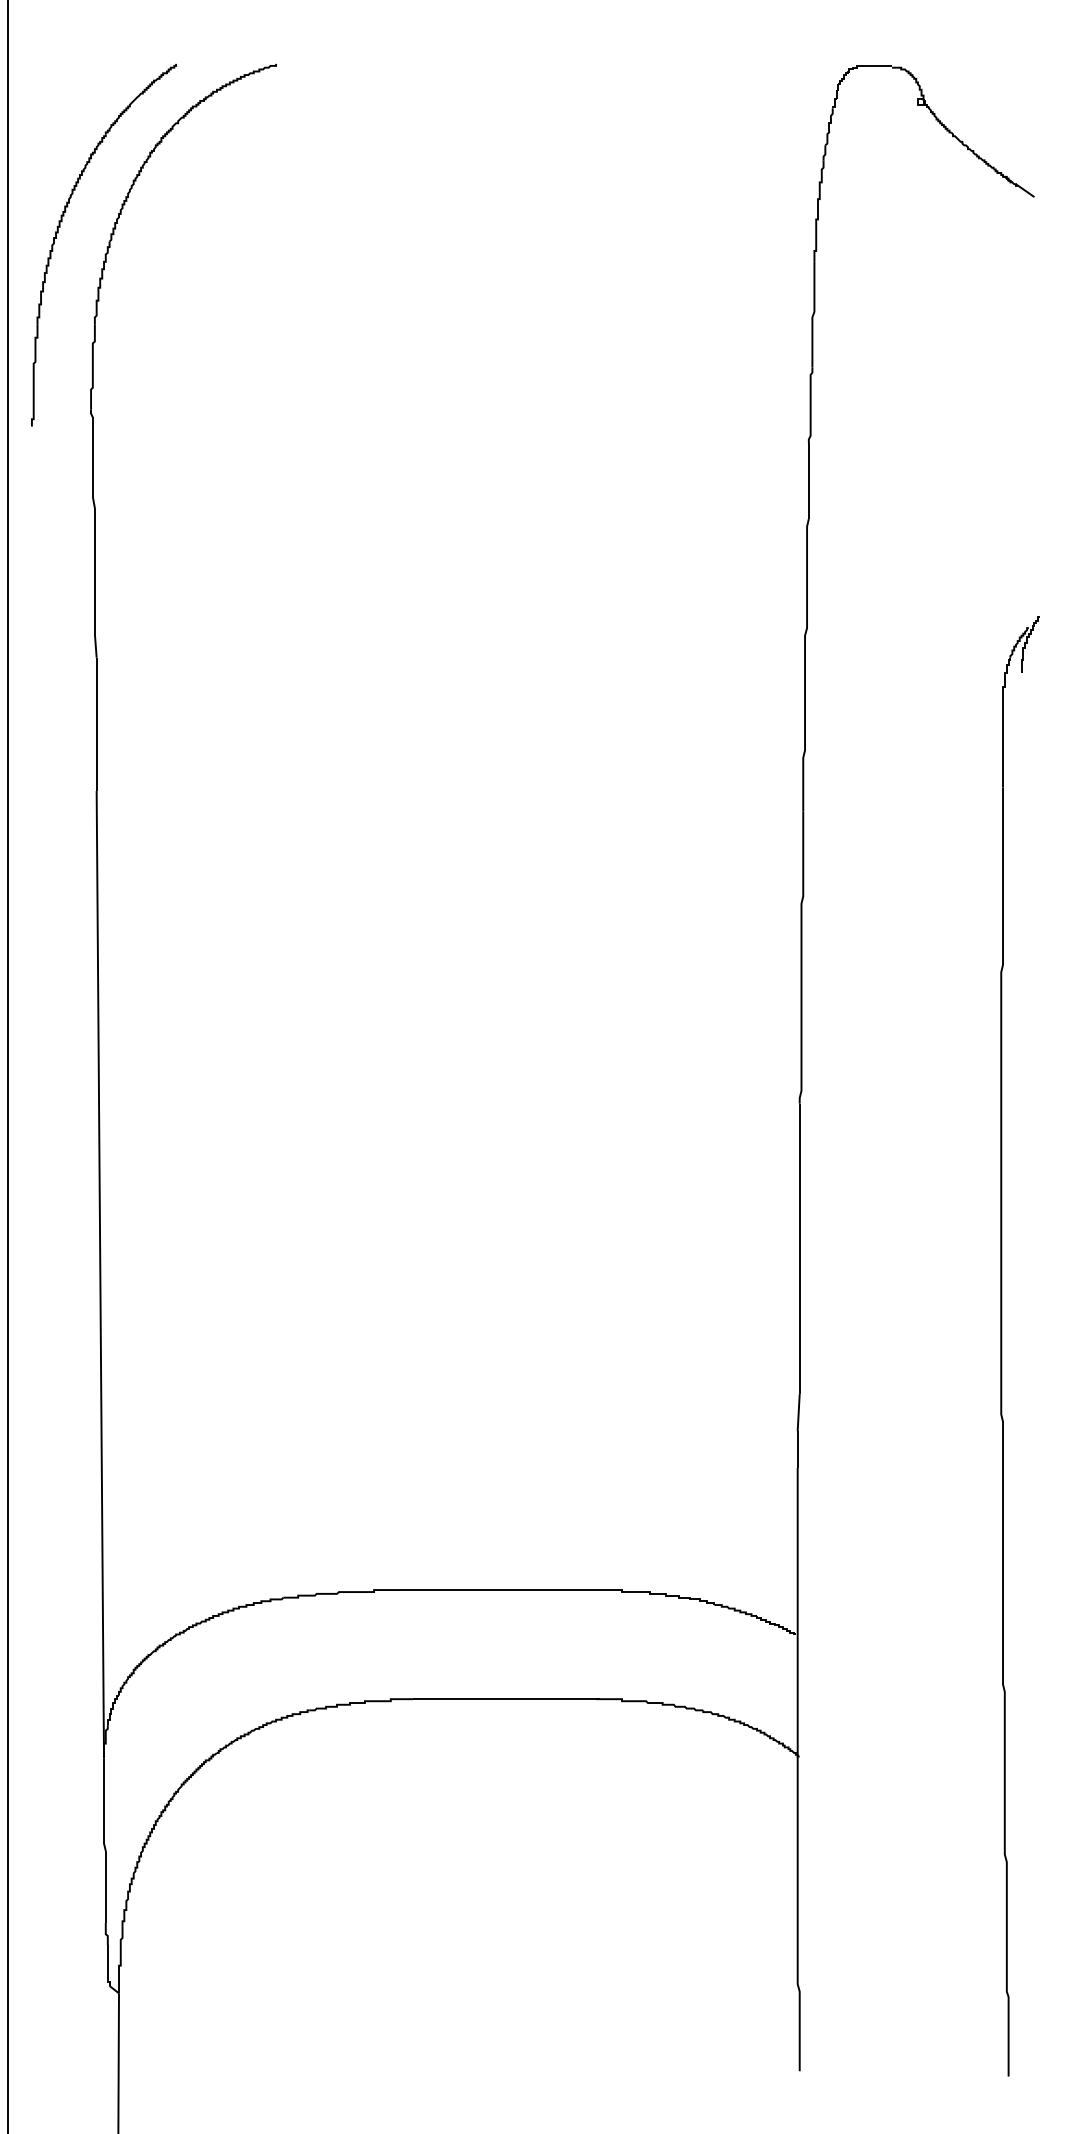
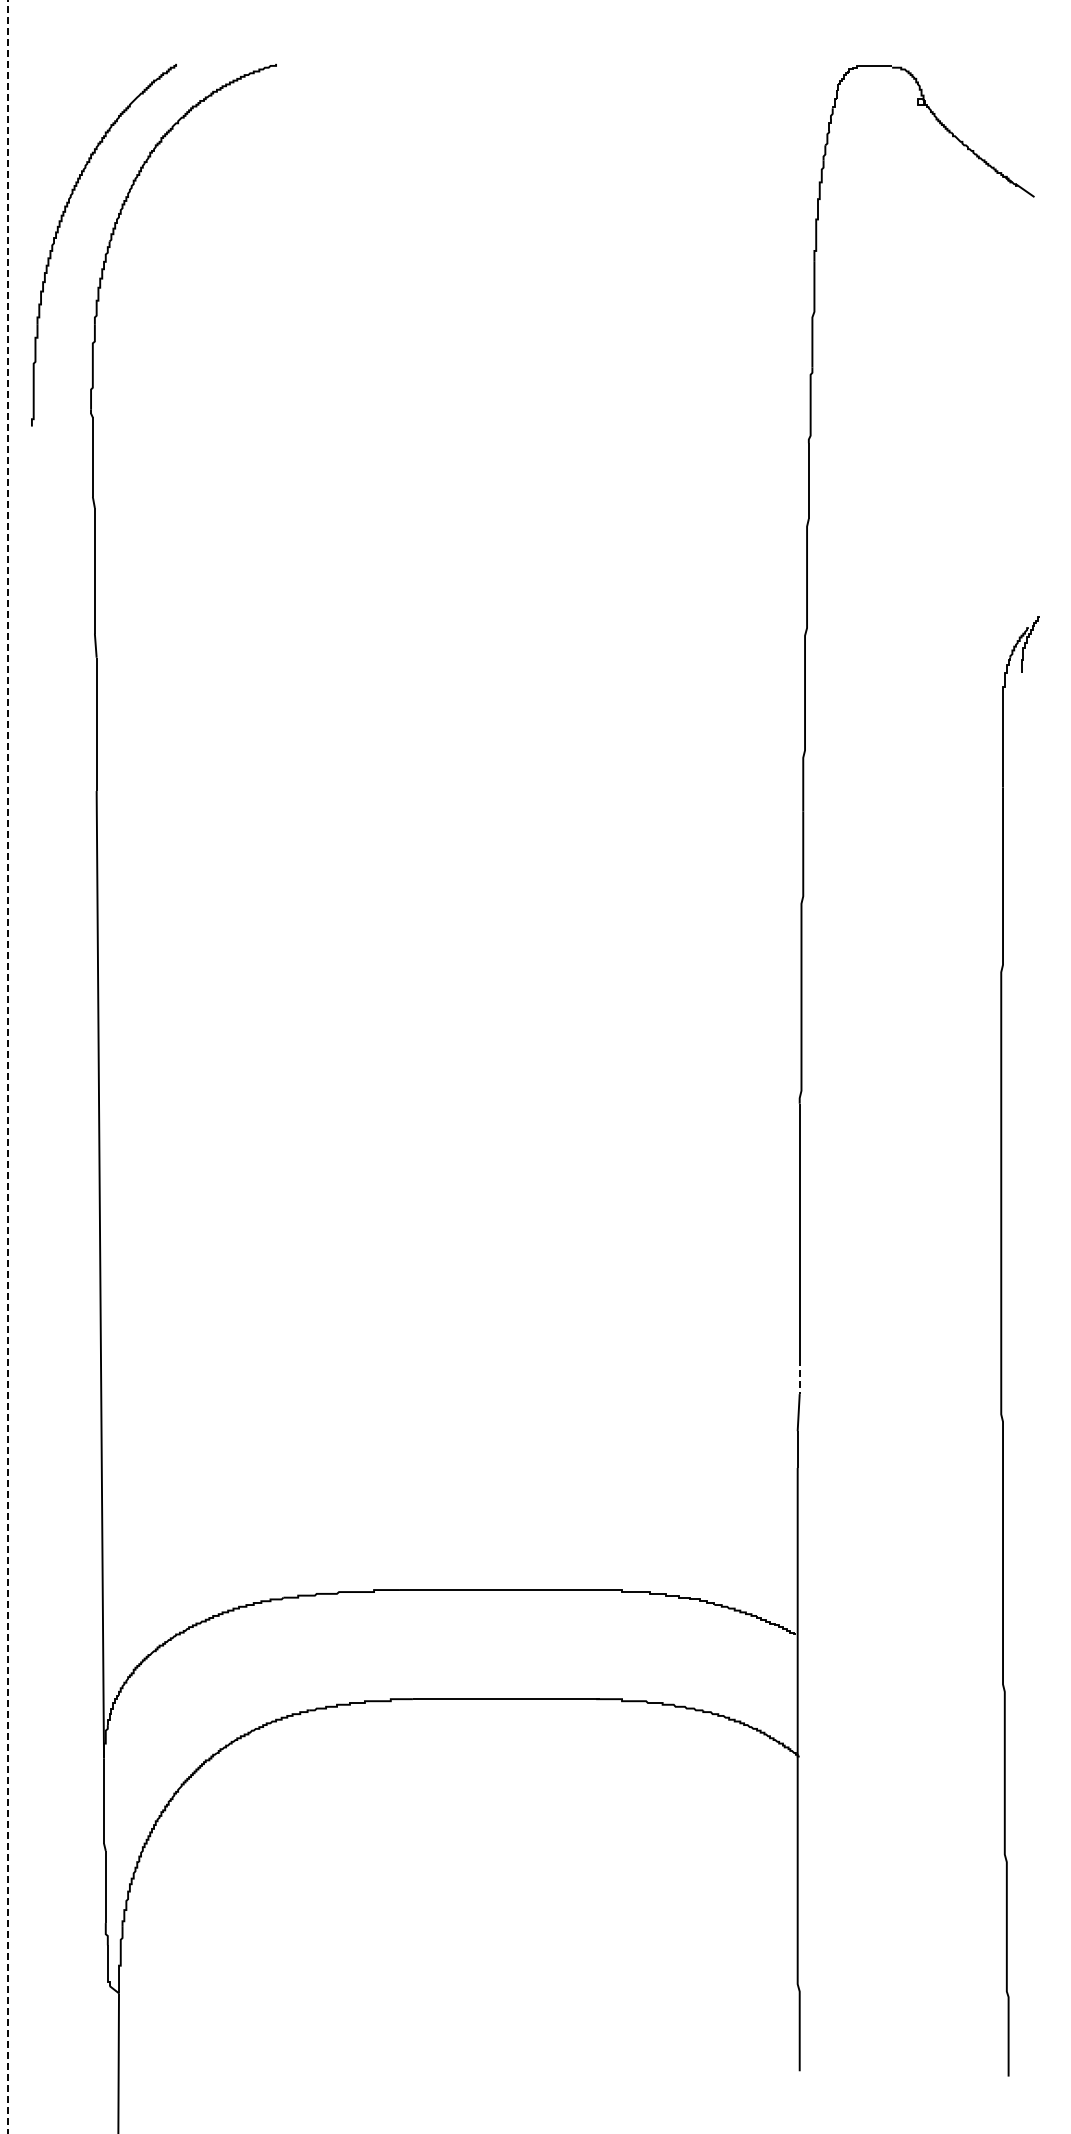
line at (7, 1066): solid -> dashed
line at (799, 1376): solid -> dashed
